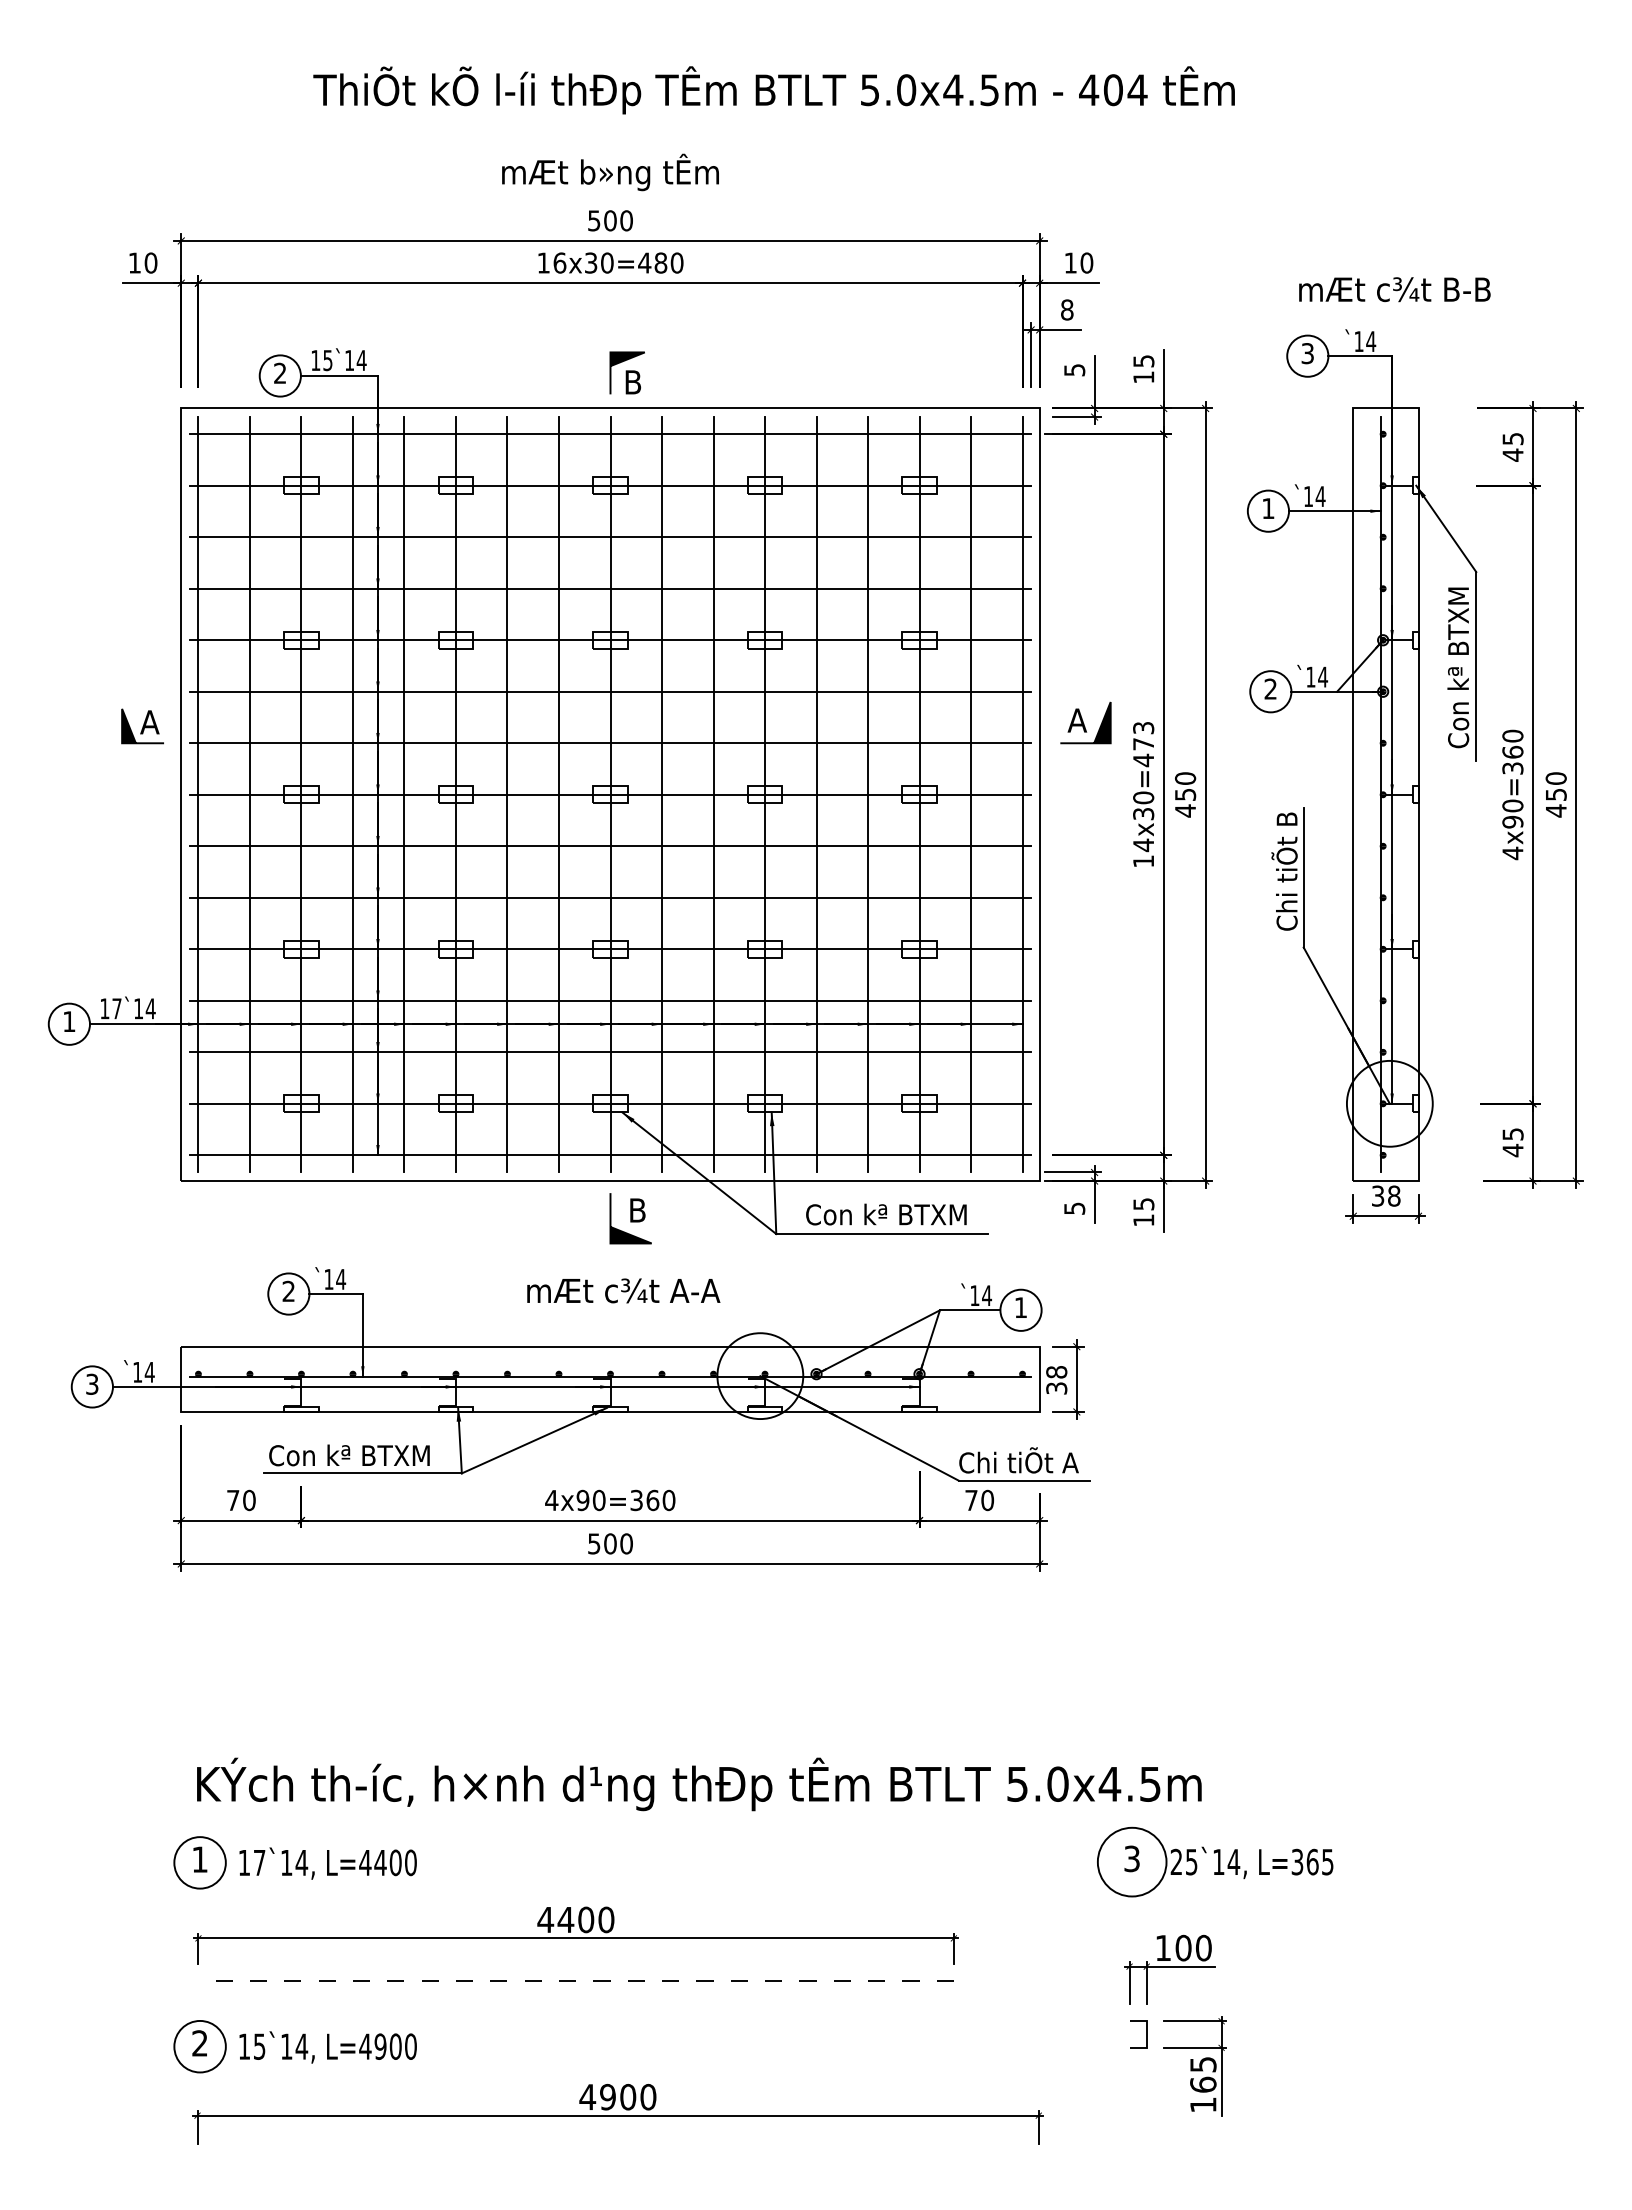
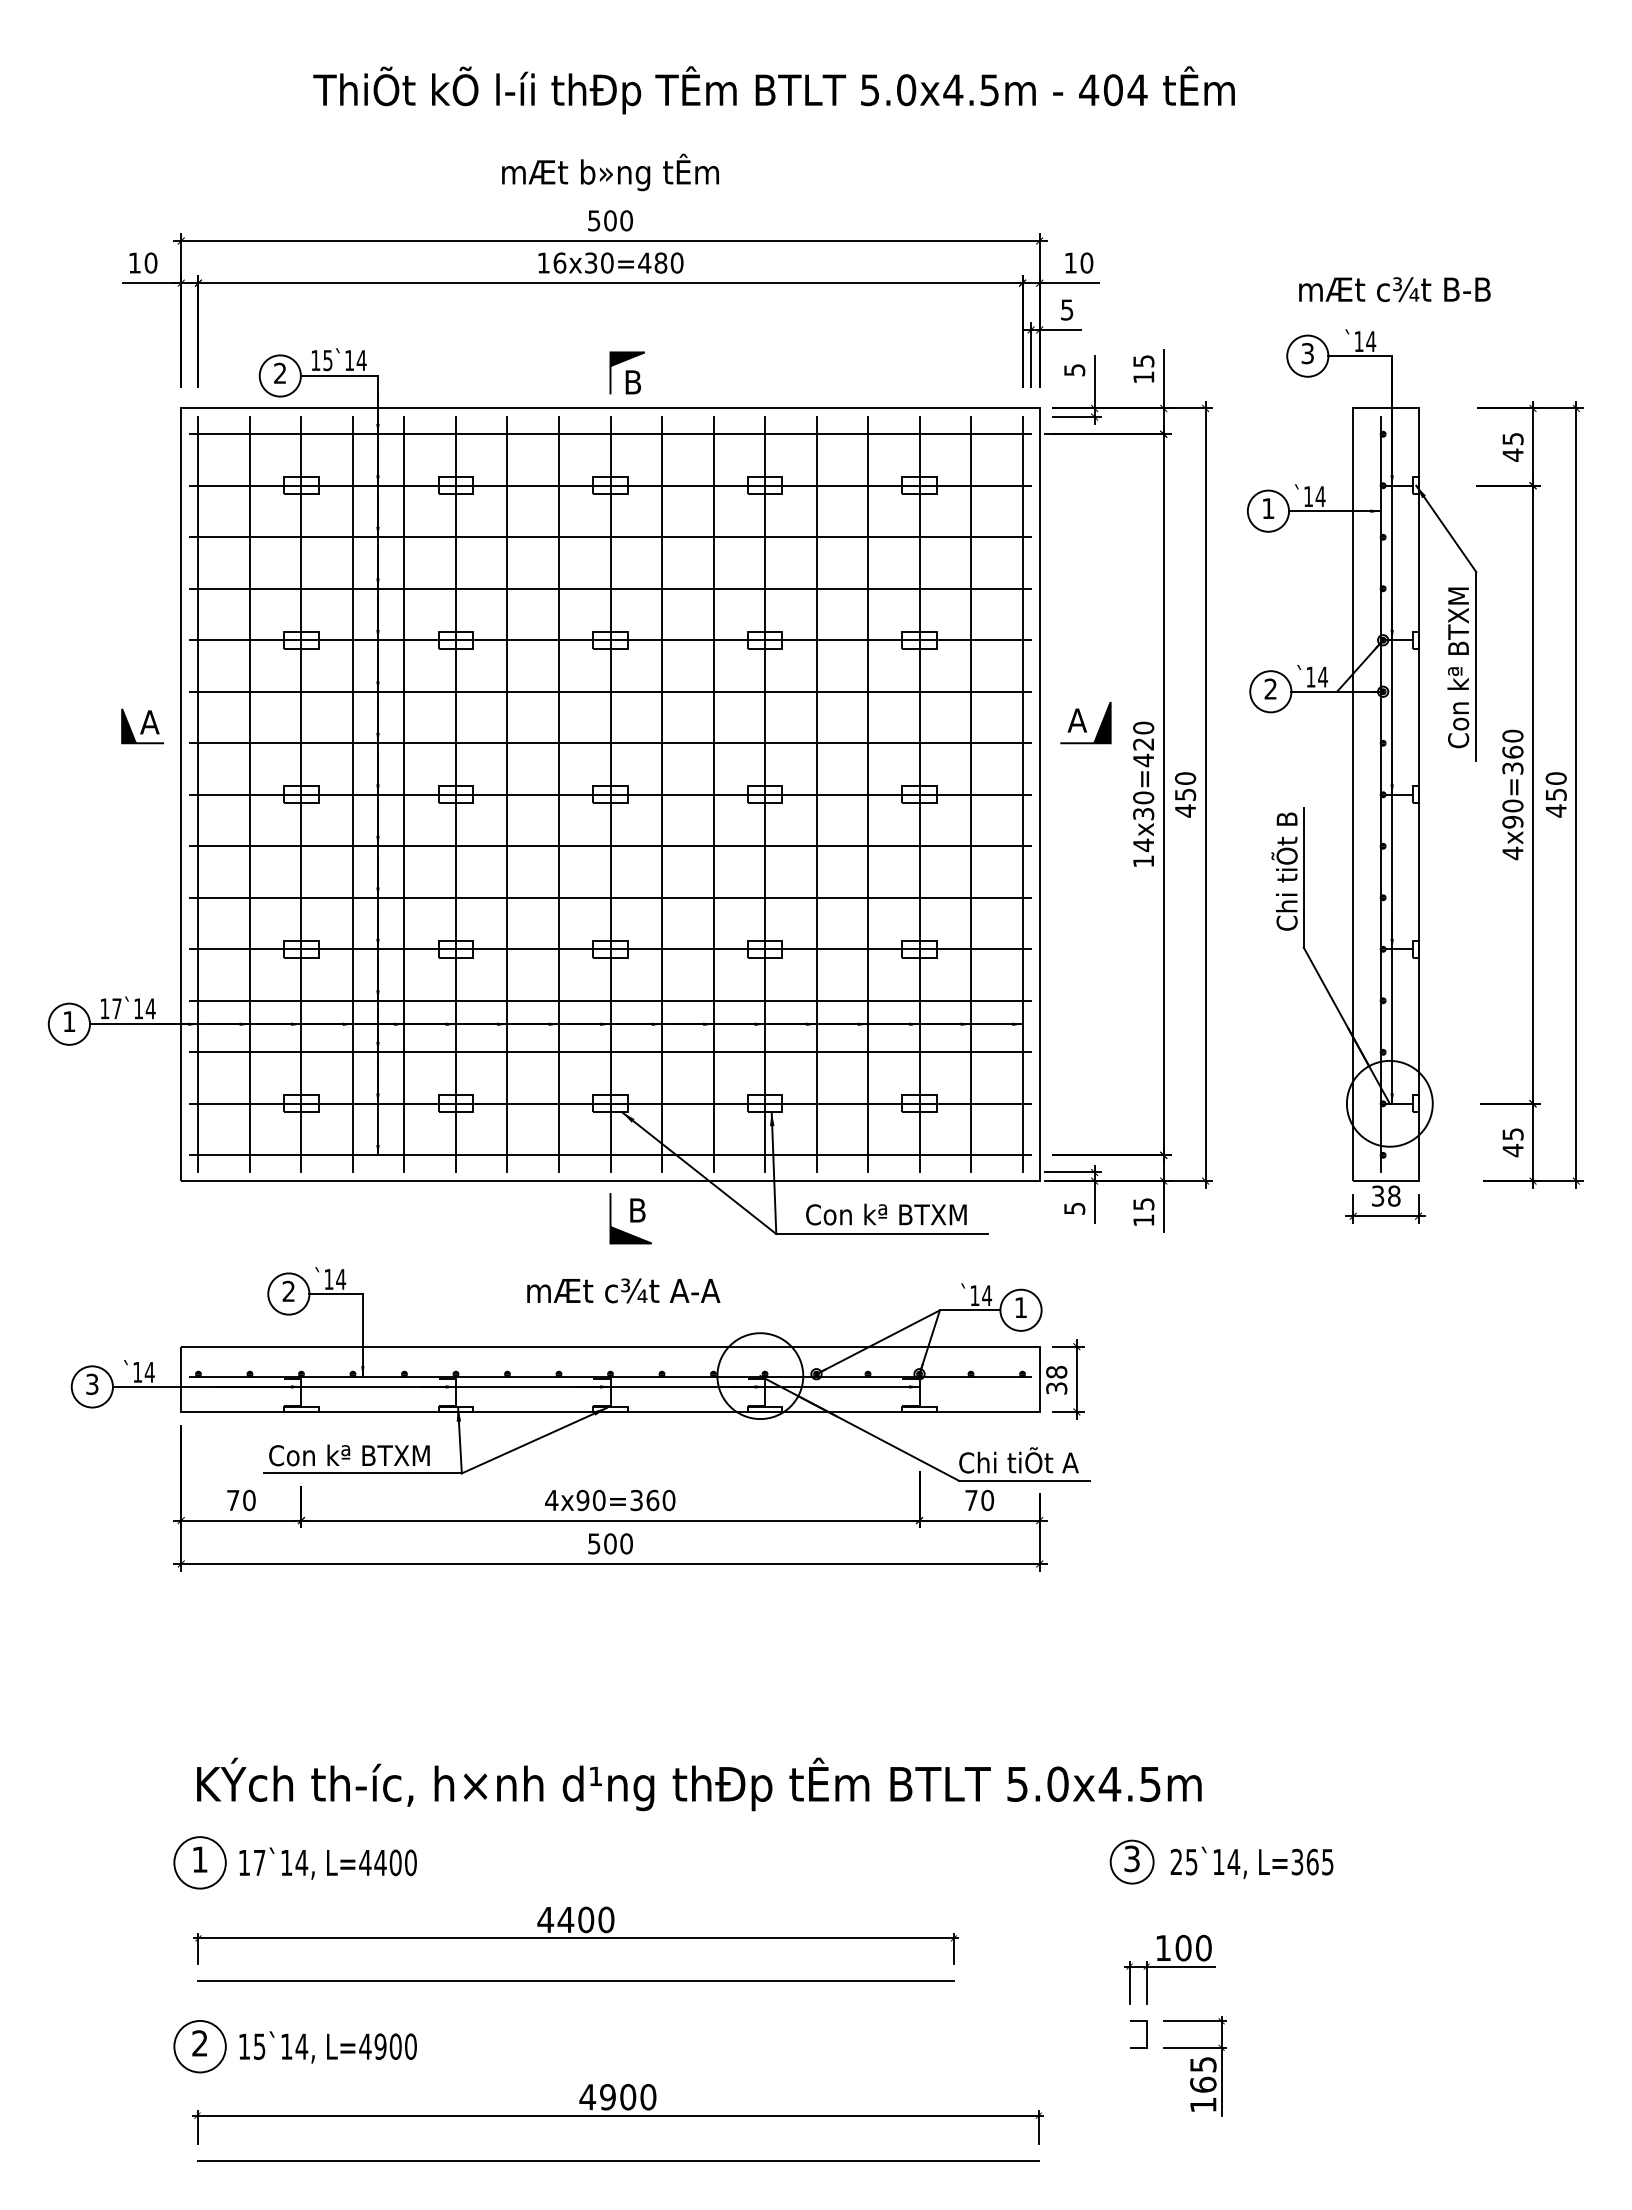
text at (1067, 309): 8 -> 5
text at (1143, 735): 14x30=473 -> 14x30=420
circle at (1131, 1861) diameter: 69 px -> 43 px
line at (576, 1981): dashed -> solid
line at (617, 2160): none -> present
